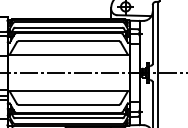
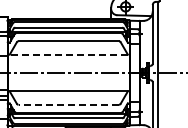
line at (68, 54): solid -> dashed
line at (68, 104): solid -> dashed
